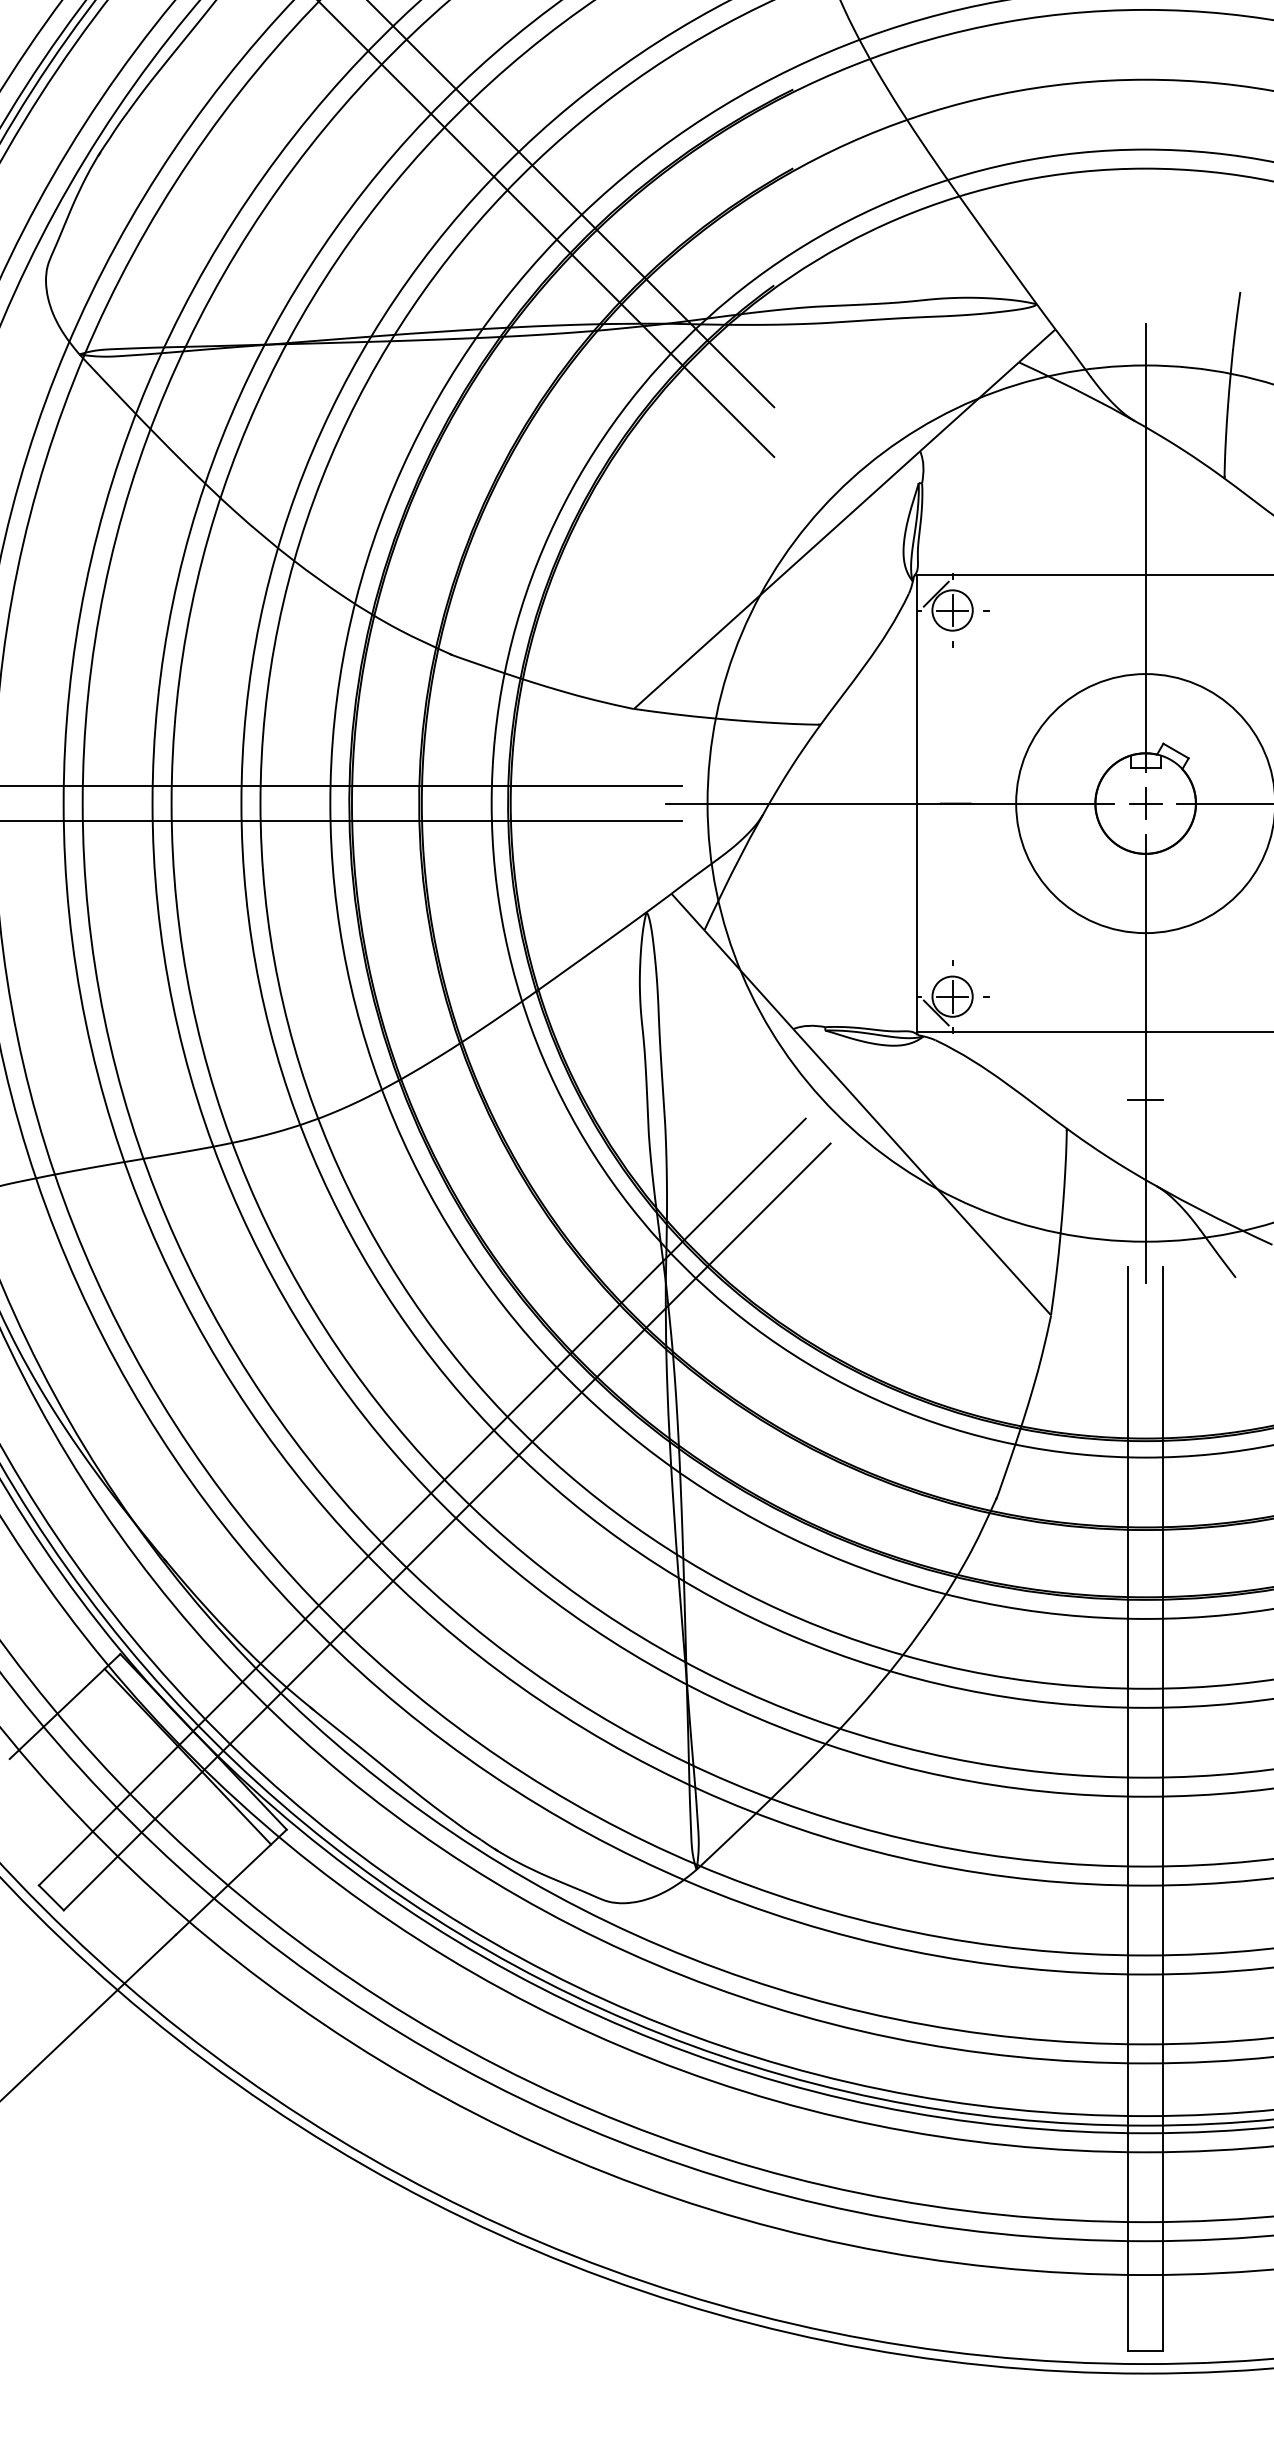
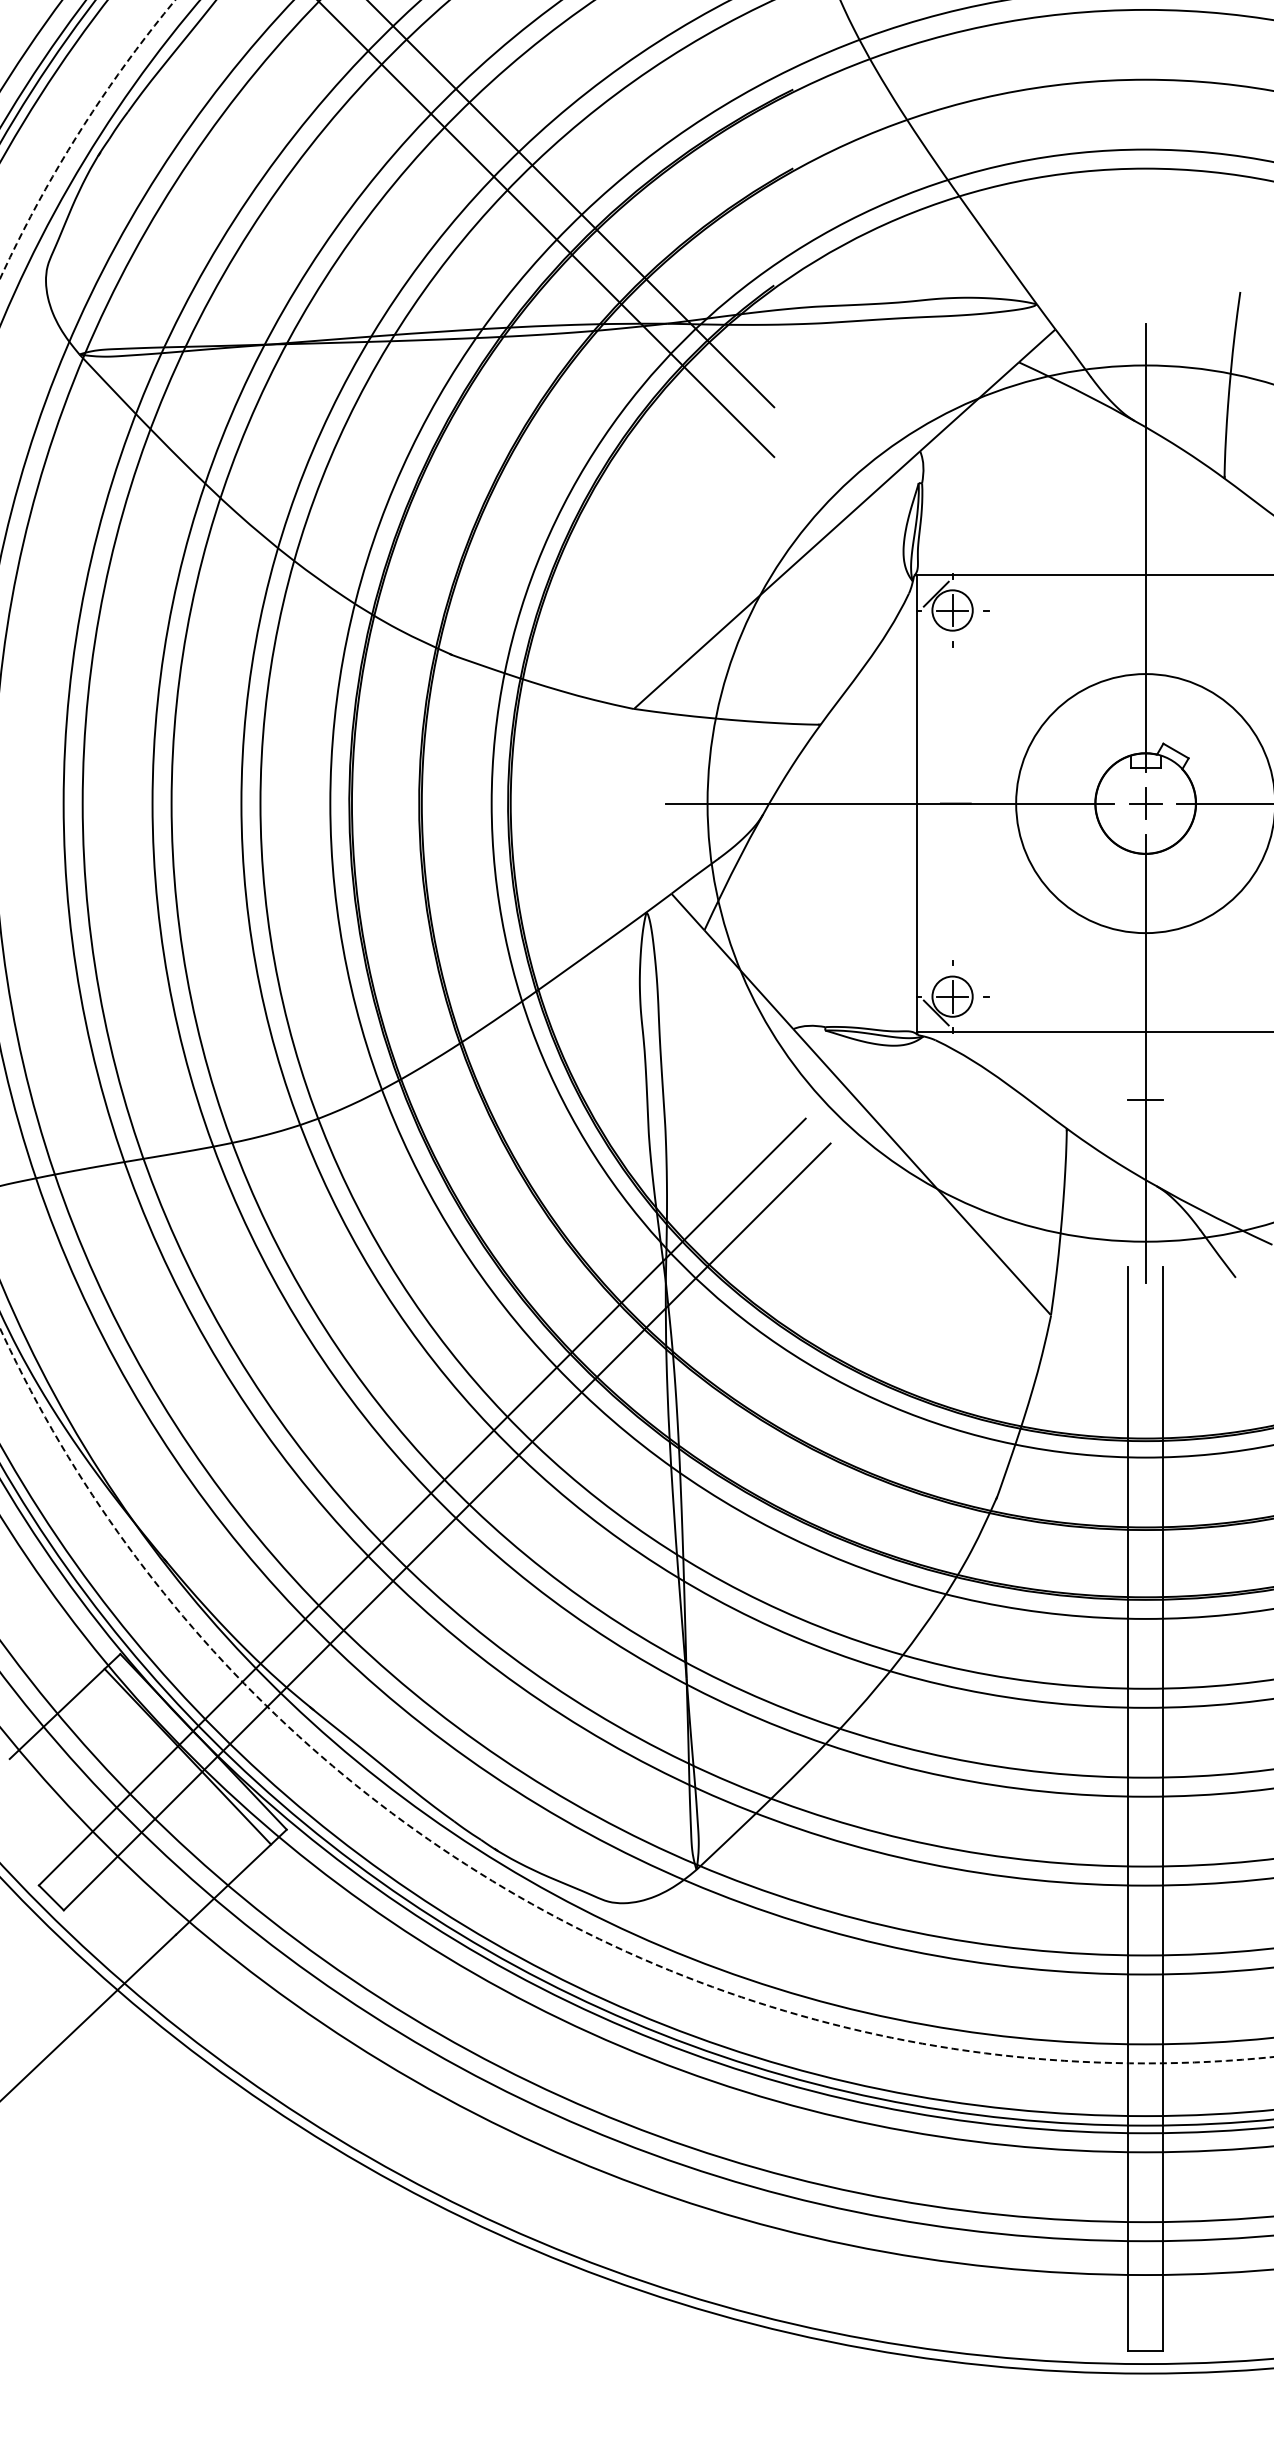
line at (342, 786): present -> none
line at (342, 821): present -> none
circle at (636, 1031): solid -> dashed
